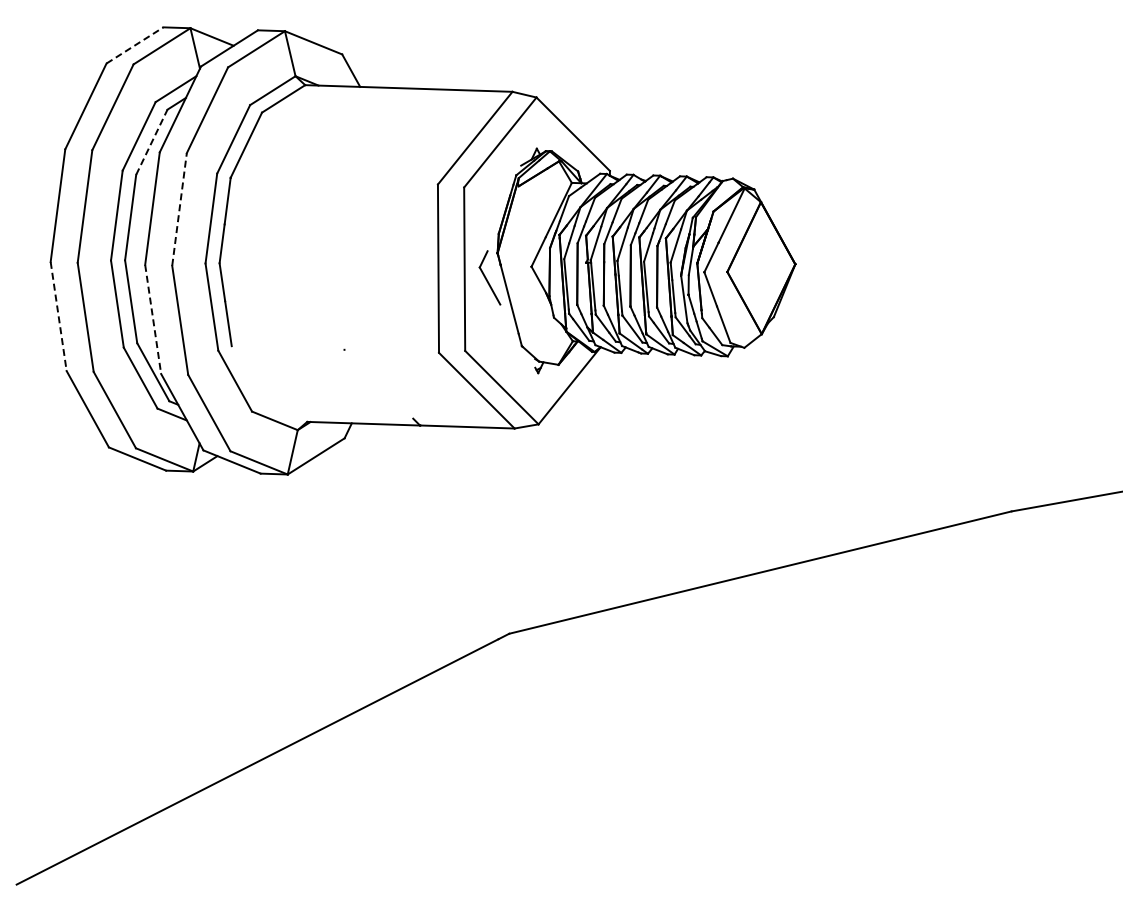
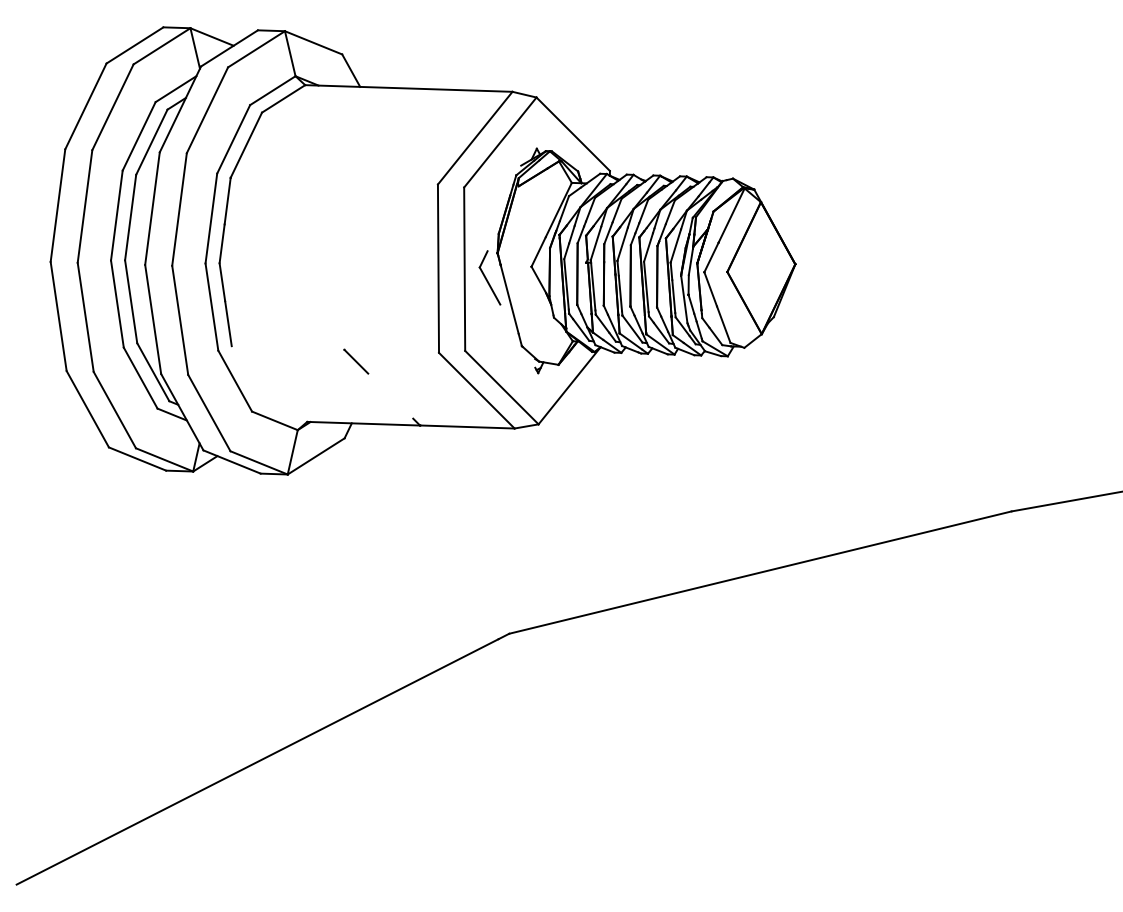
line at (134, 45): dashed -> solid
line at (152, 141): dashed -> solid
line at (179, 209): dashed -> solid
line at (58, 316): dashed -> solid
line at (153, 319): dashed -> solid
line at (356, 361): none -> present
